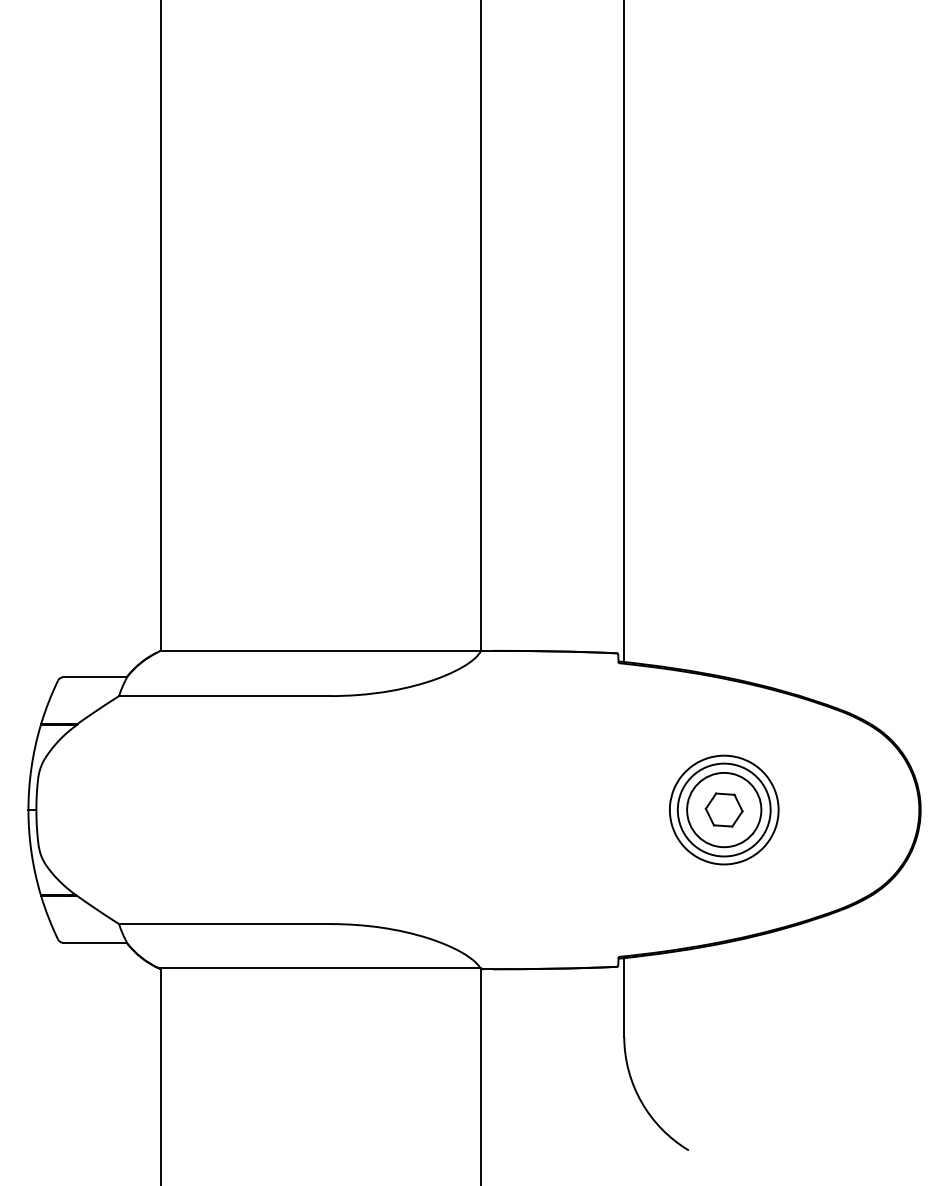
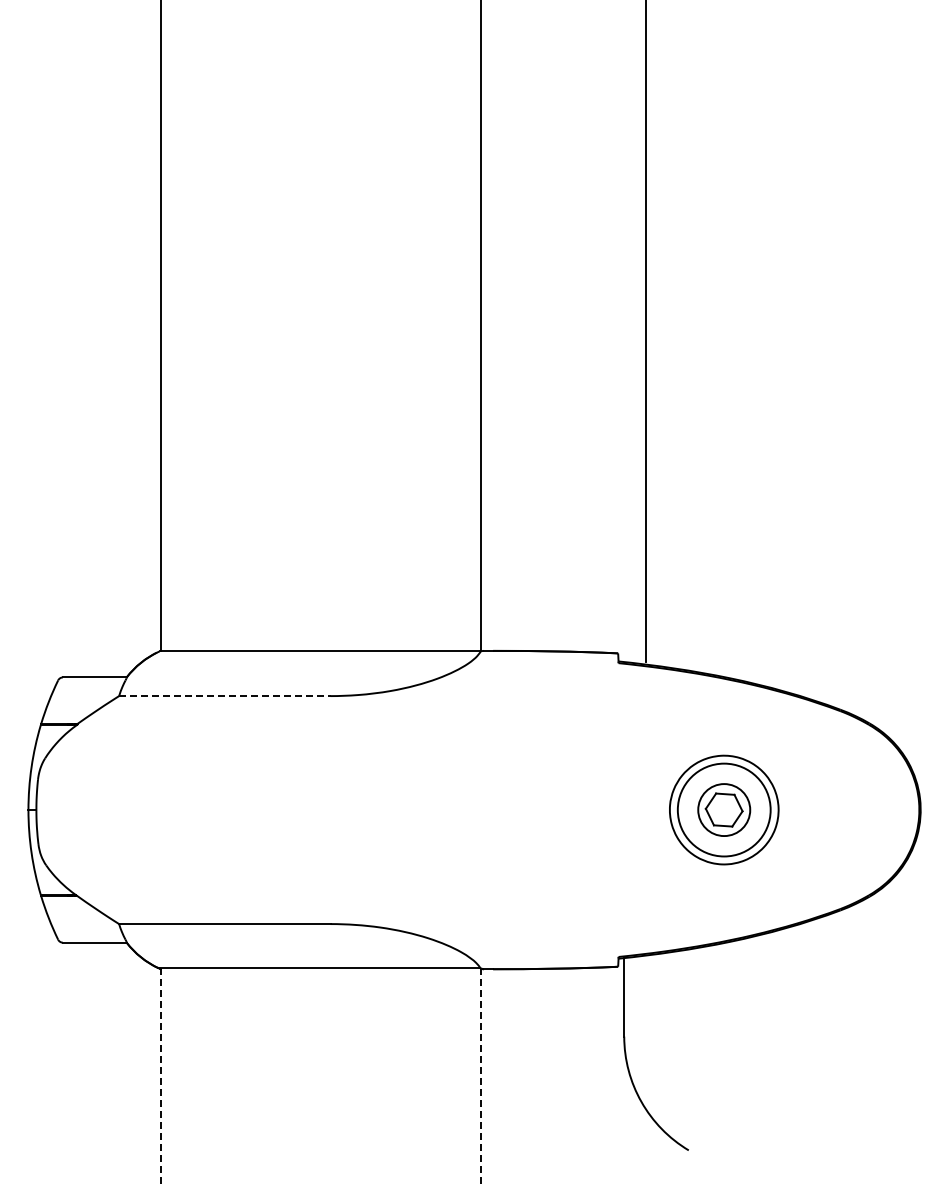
line at (624, 332) position: (624, 332) -> (646, 332)
line at (224, 696): solid -> dashed
circle at (724, 809) diameter: 74 px -> 52 px
line at (161, 1076): solid -> dashed
line at (481, 1077): solid -> dashed
